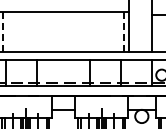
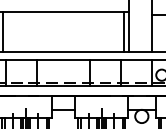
line at (3, 32): dashed -> solid
line at (123, 32): dashed -> solid
